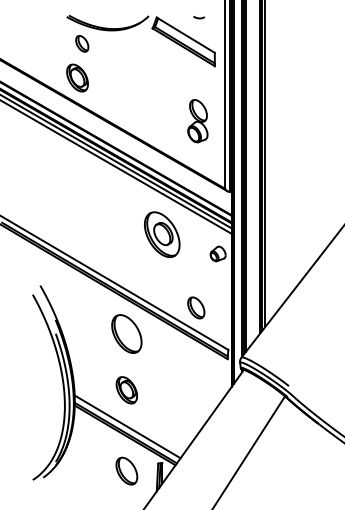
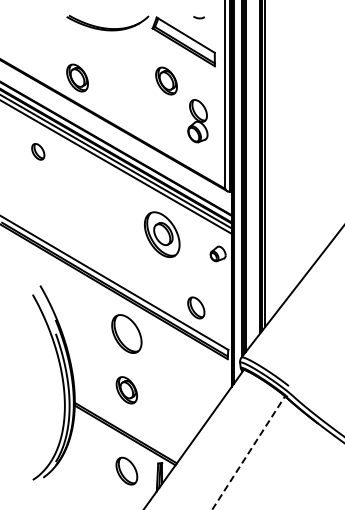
part at (82, 43) position: (82, 43) -> (38, 151)
part at (166, 80): none -> present
line at (127, 426): present -> none
line at (248, 452): solid -> dashed
